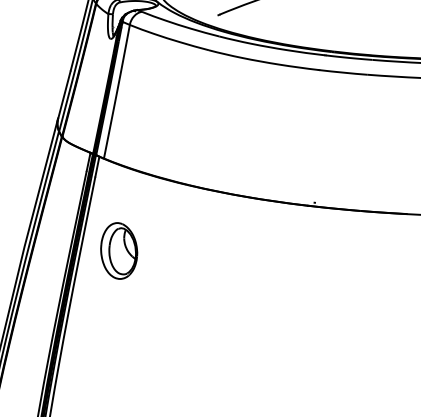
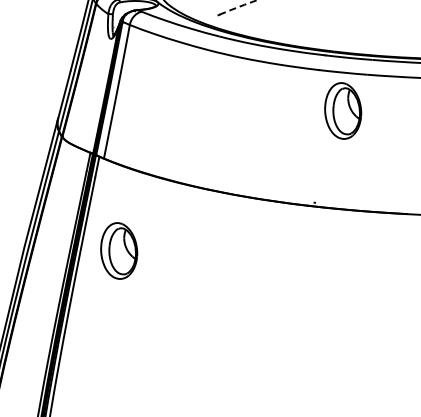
arc at (238, 7): solid -> dashed
part at (343, 110): none -> present
